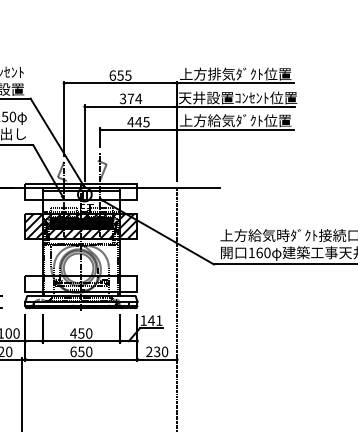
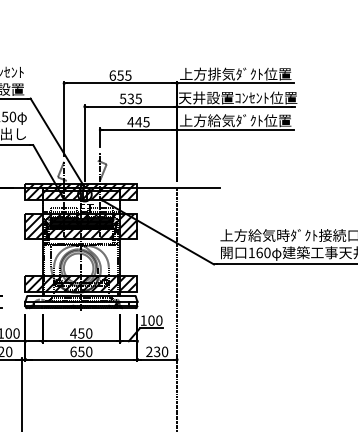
text at (131, 98): 374 -> 535
hatch at (81, 191): none -> present
hatch at (81, 283): none -> present
text at (155, 320): 141 -> 100
